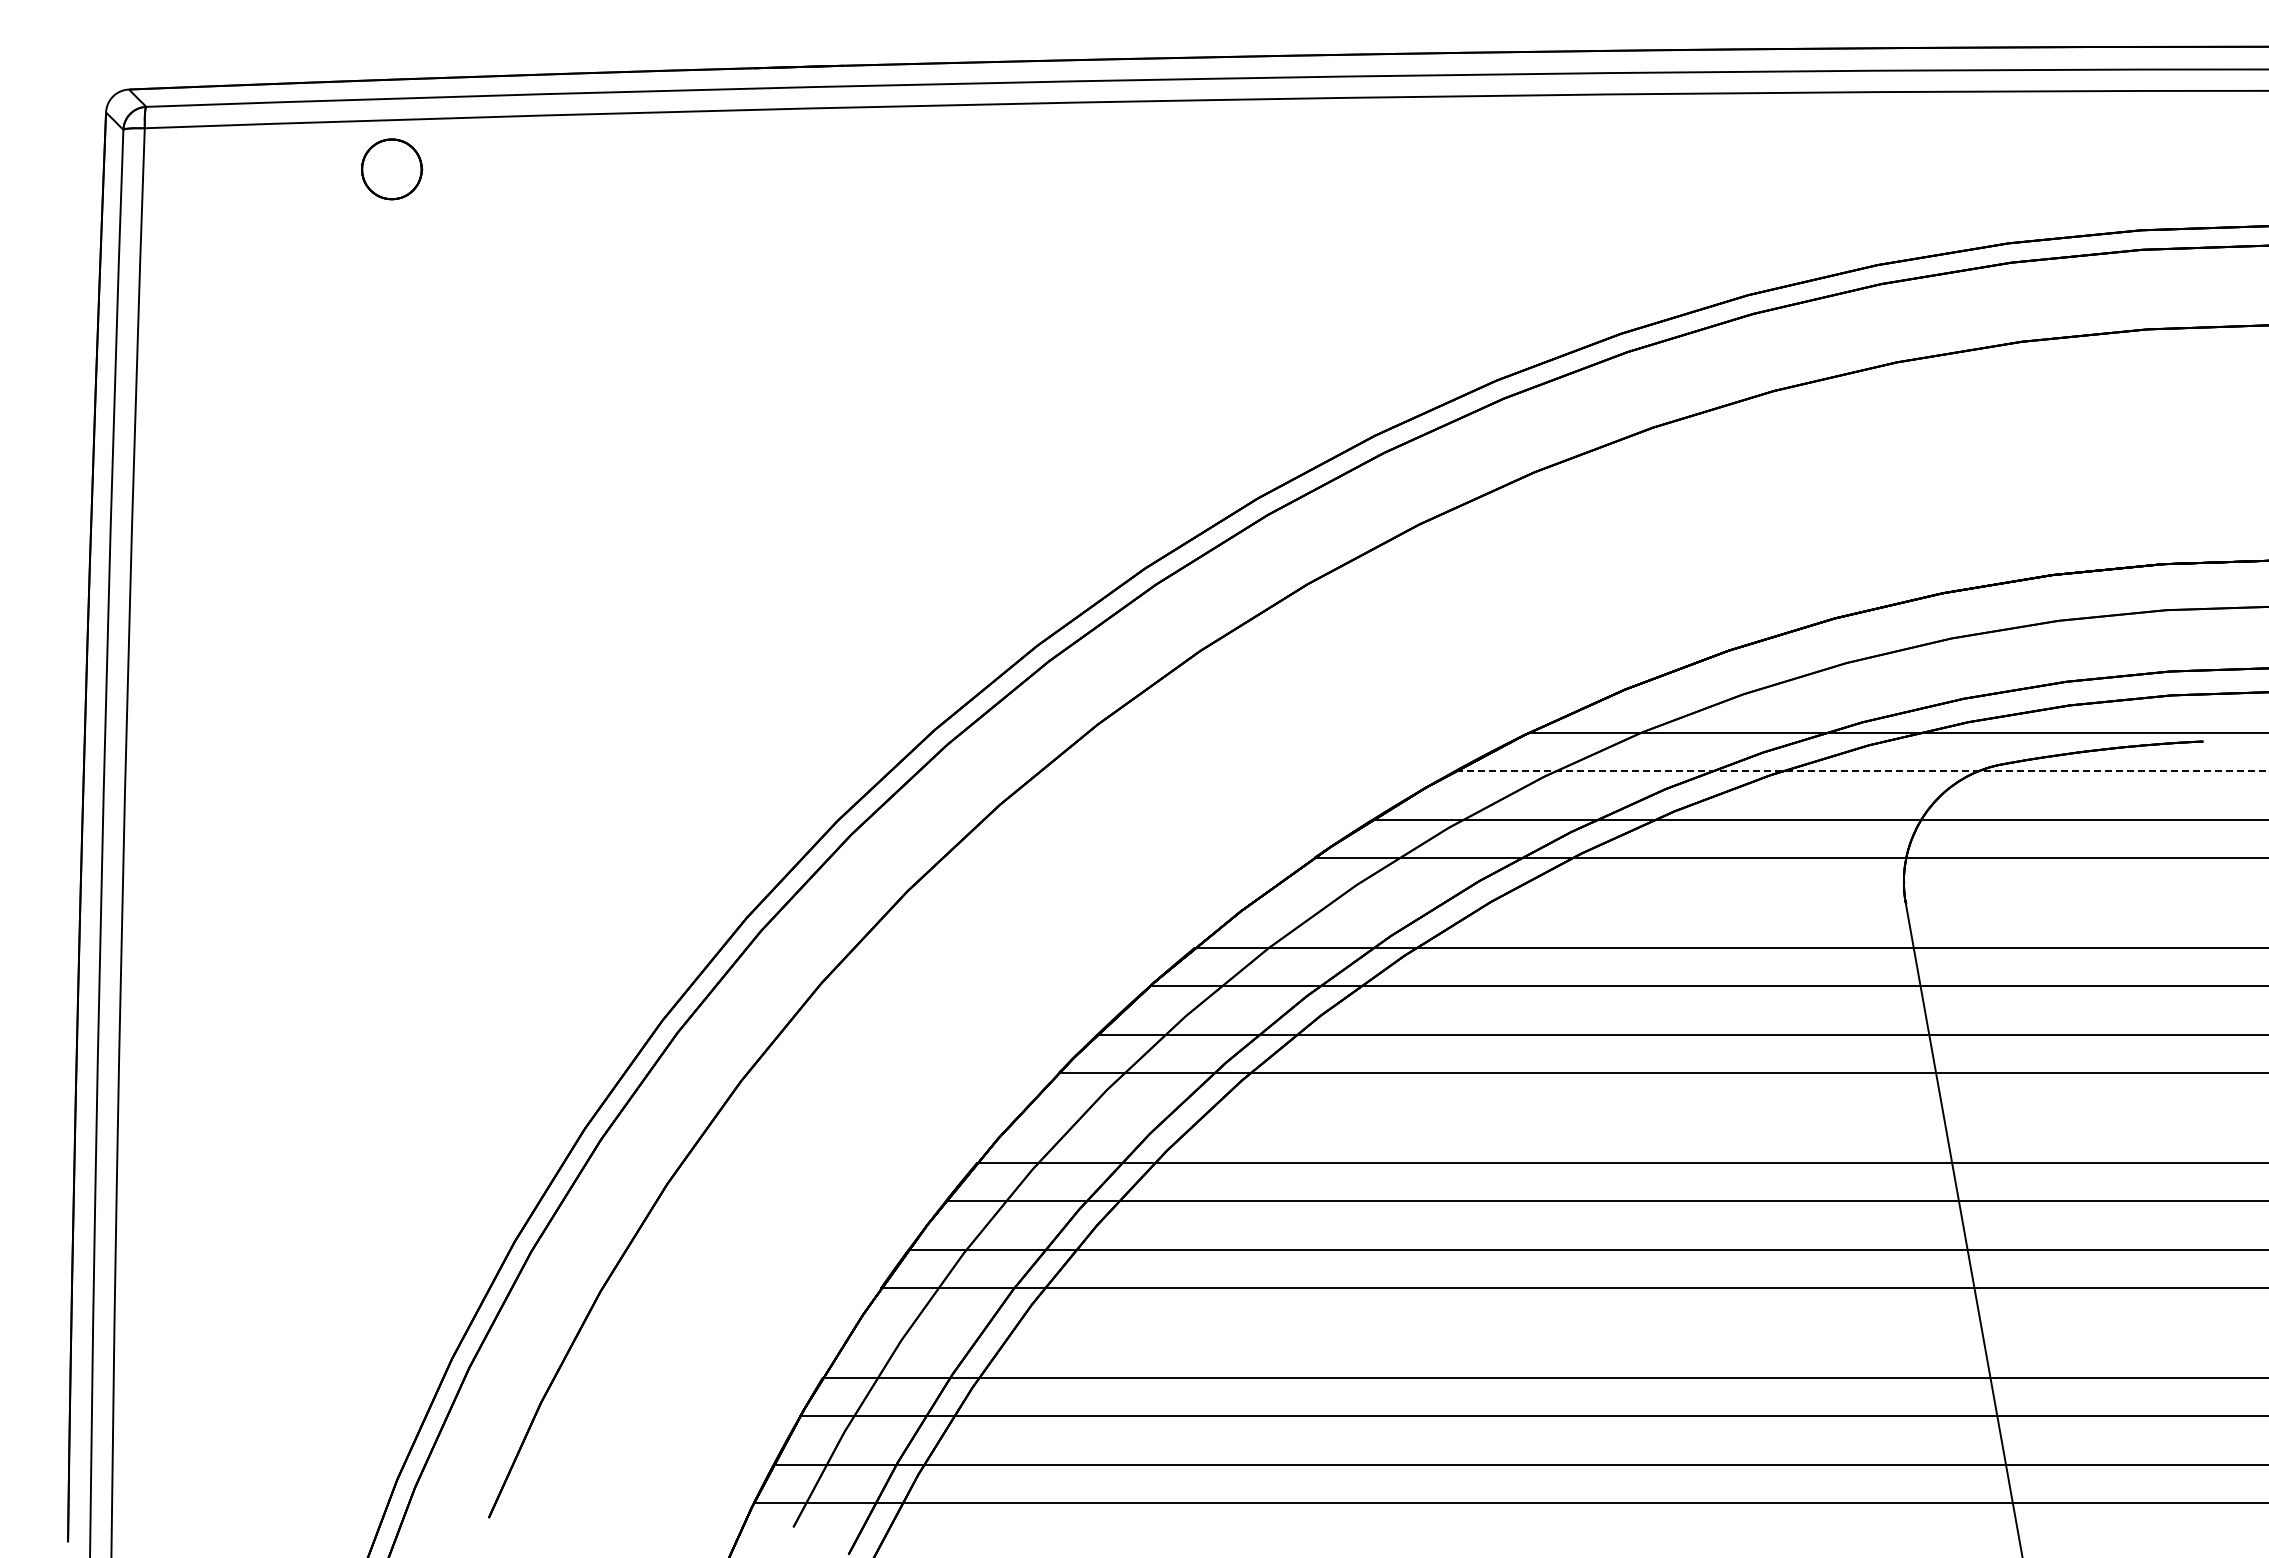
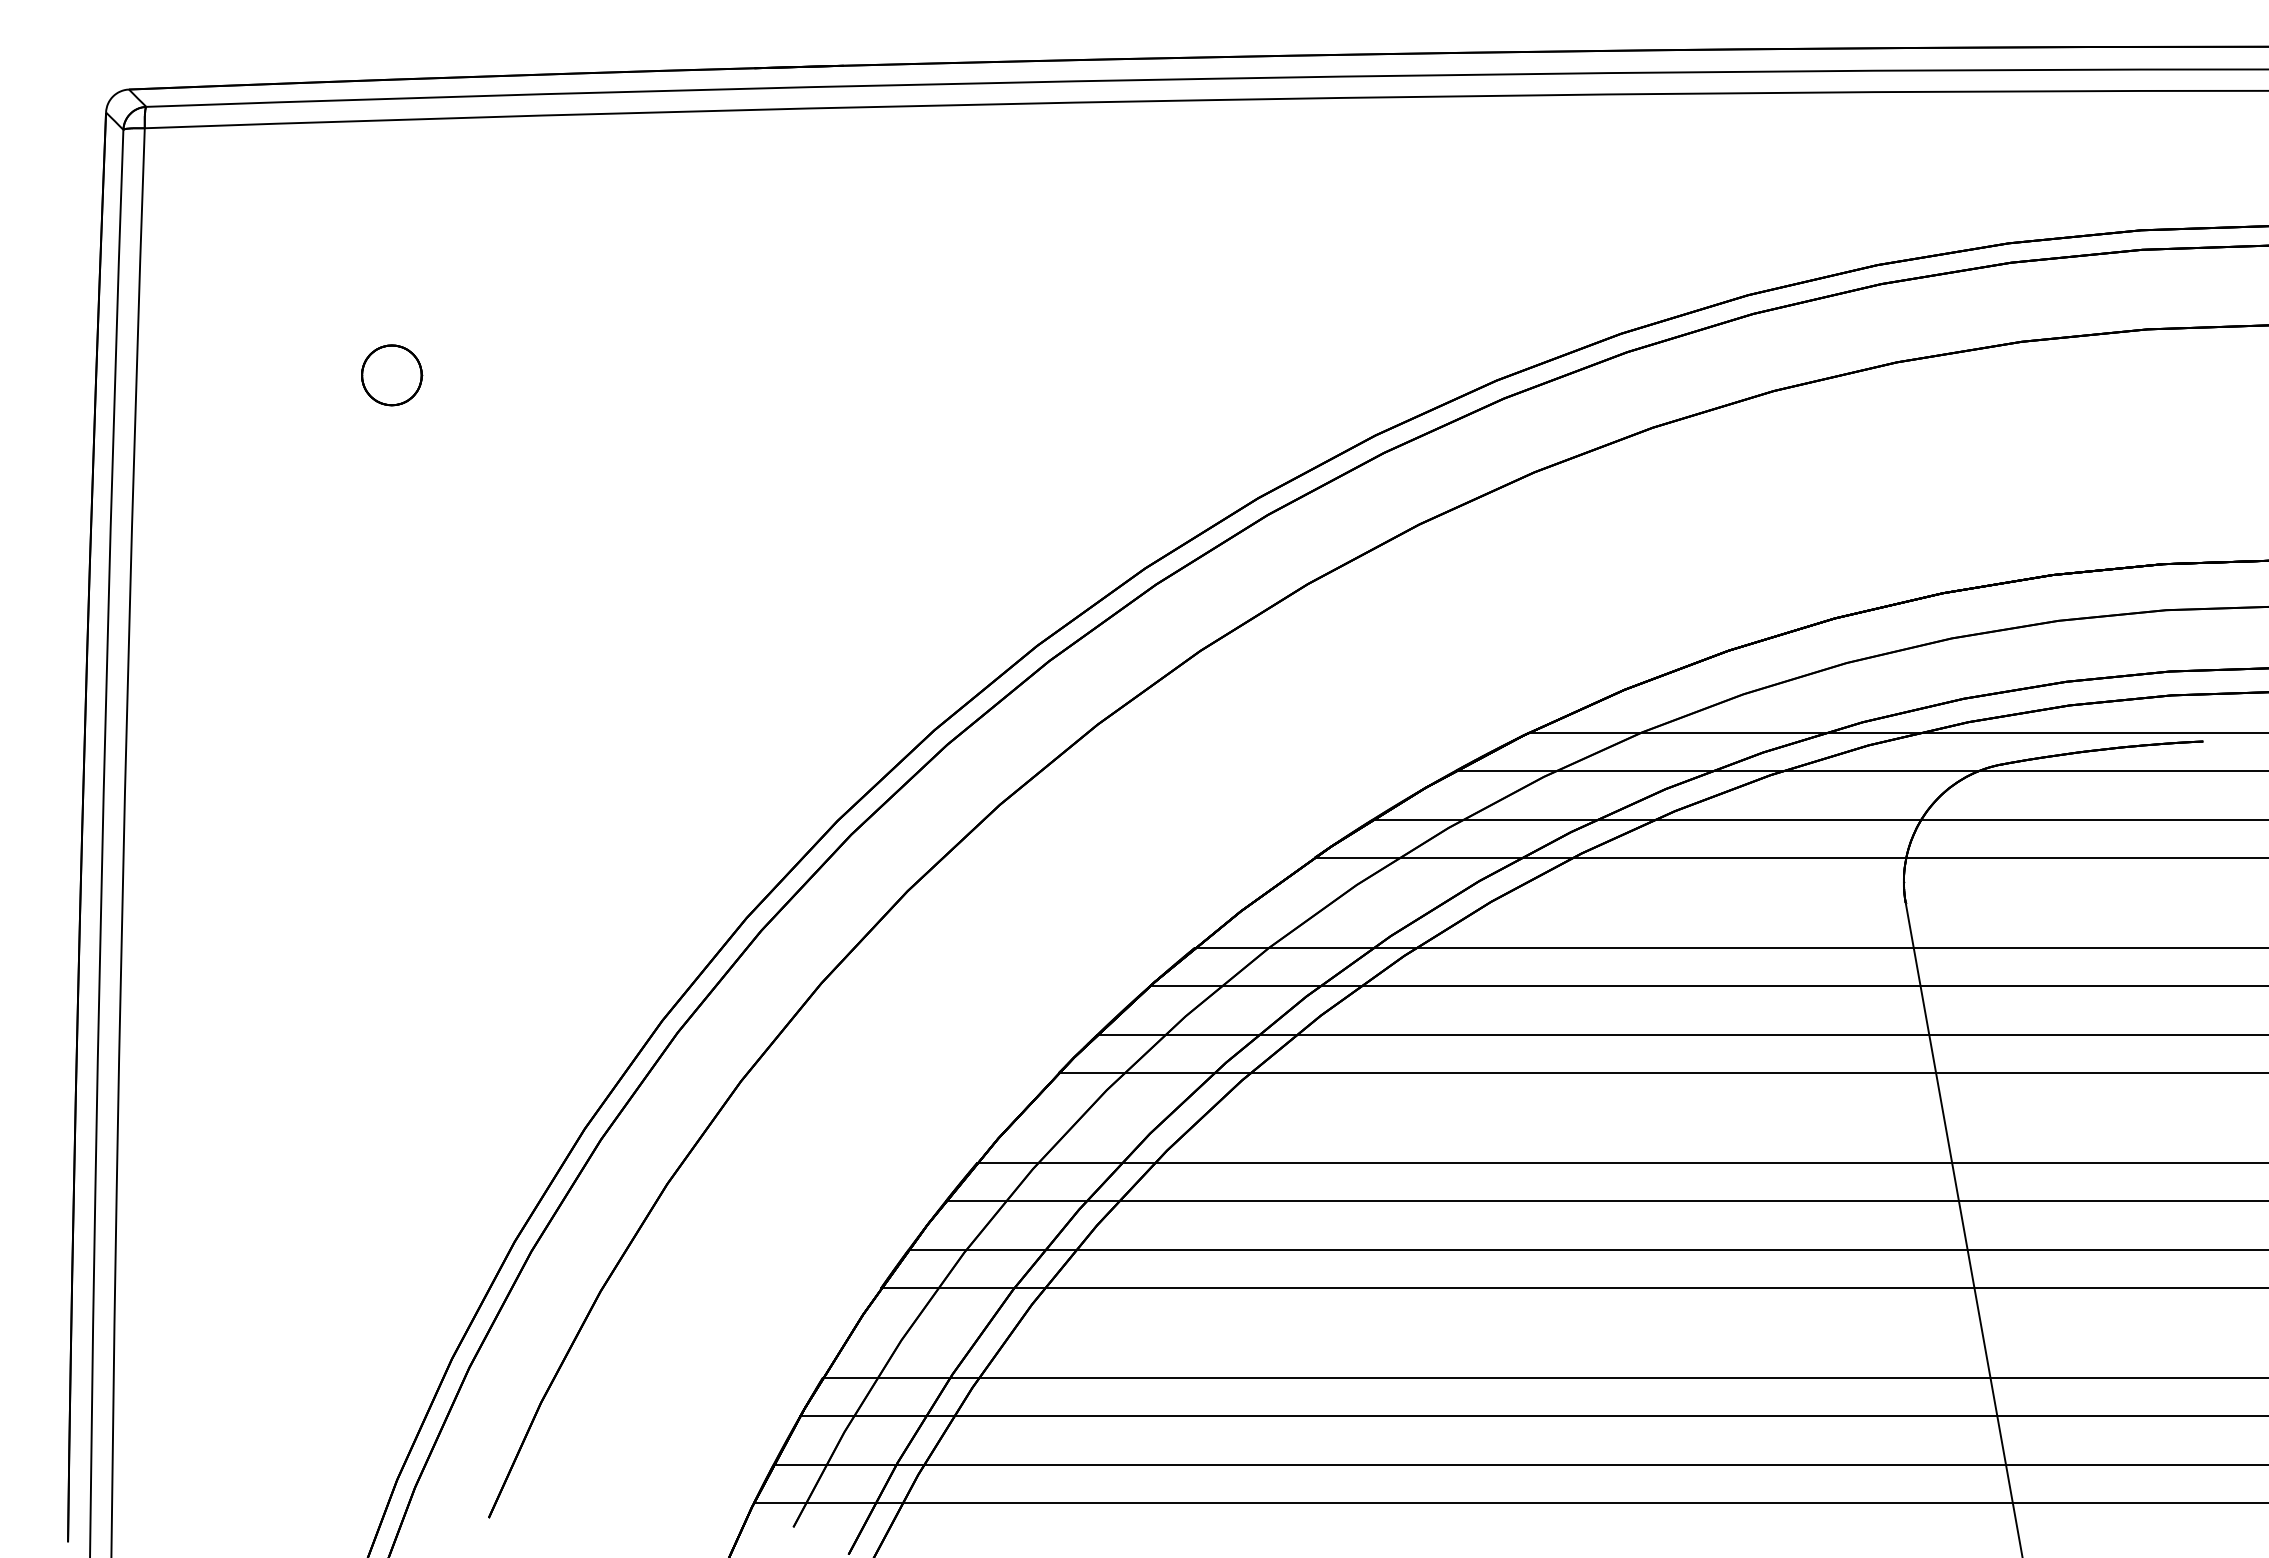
part at (392, 169) position: (392, 169) -> (392, 375)
line at (1862, 770): dashed -> solid
